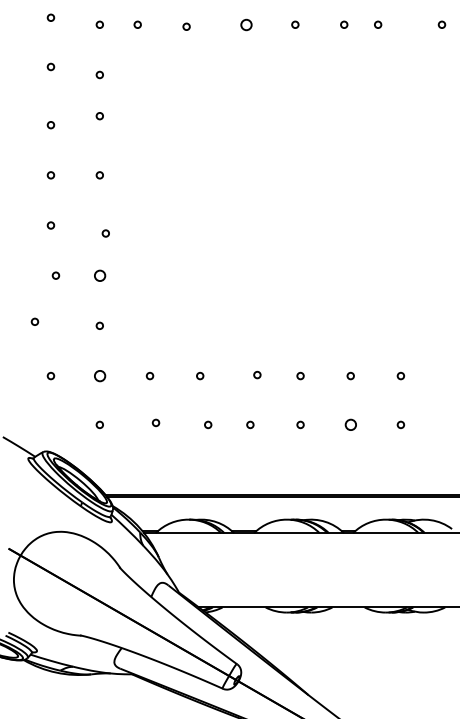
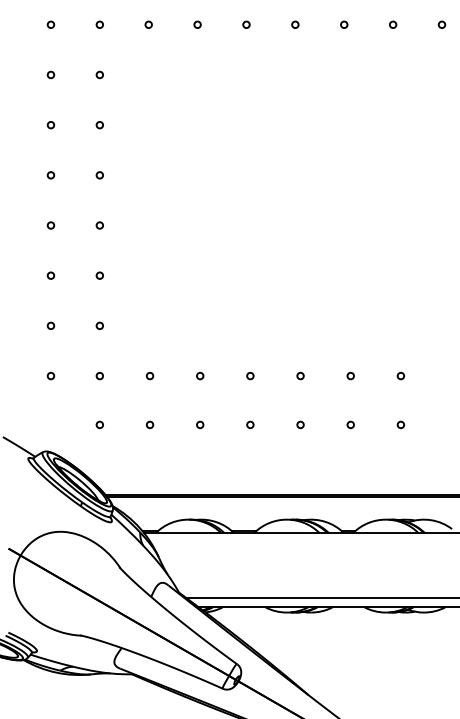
circle at (50, 17) position: (50, 17) -> (50, 24)
circle at (137, 24) position: (137, 24) -> (148, 24)
circle at (246, 24) size: 13x14 px -> 9x9 px
circle at (378, 24) position: (378, 24) -> (393, 24)
circle at (186, 26) position: (186, 26) -> (197, 24)
circle at (50, 66) position: (50, 66) -> (50, 74)
circle at (99, 116) position: (99, 116) -> (99, 125)
circle at (105, 233) position: (105, 233) -> (99, 225)
circle at (55, 275) position: (55, 275) -> (50, 275)
circle at (100, 275) size: 13x13 px -> 9x9 px
circle at (34, 321) position: (34, 321) -> (50, 325)
circle at (257, 374) position: (257, 374) -> (250, 375)
circle at (100, 376) size: 13x13 px -> 9x10 px
circle at (155, 422) position: (155, 422) -> (149, 424)
circle at (208, 424) position: (208, 424) -> (200, 424)
circle at (350, 424) size: 13x13 px -> 9x10 px
line at (321, 598): none -> present
